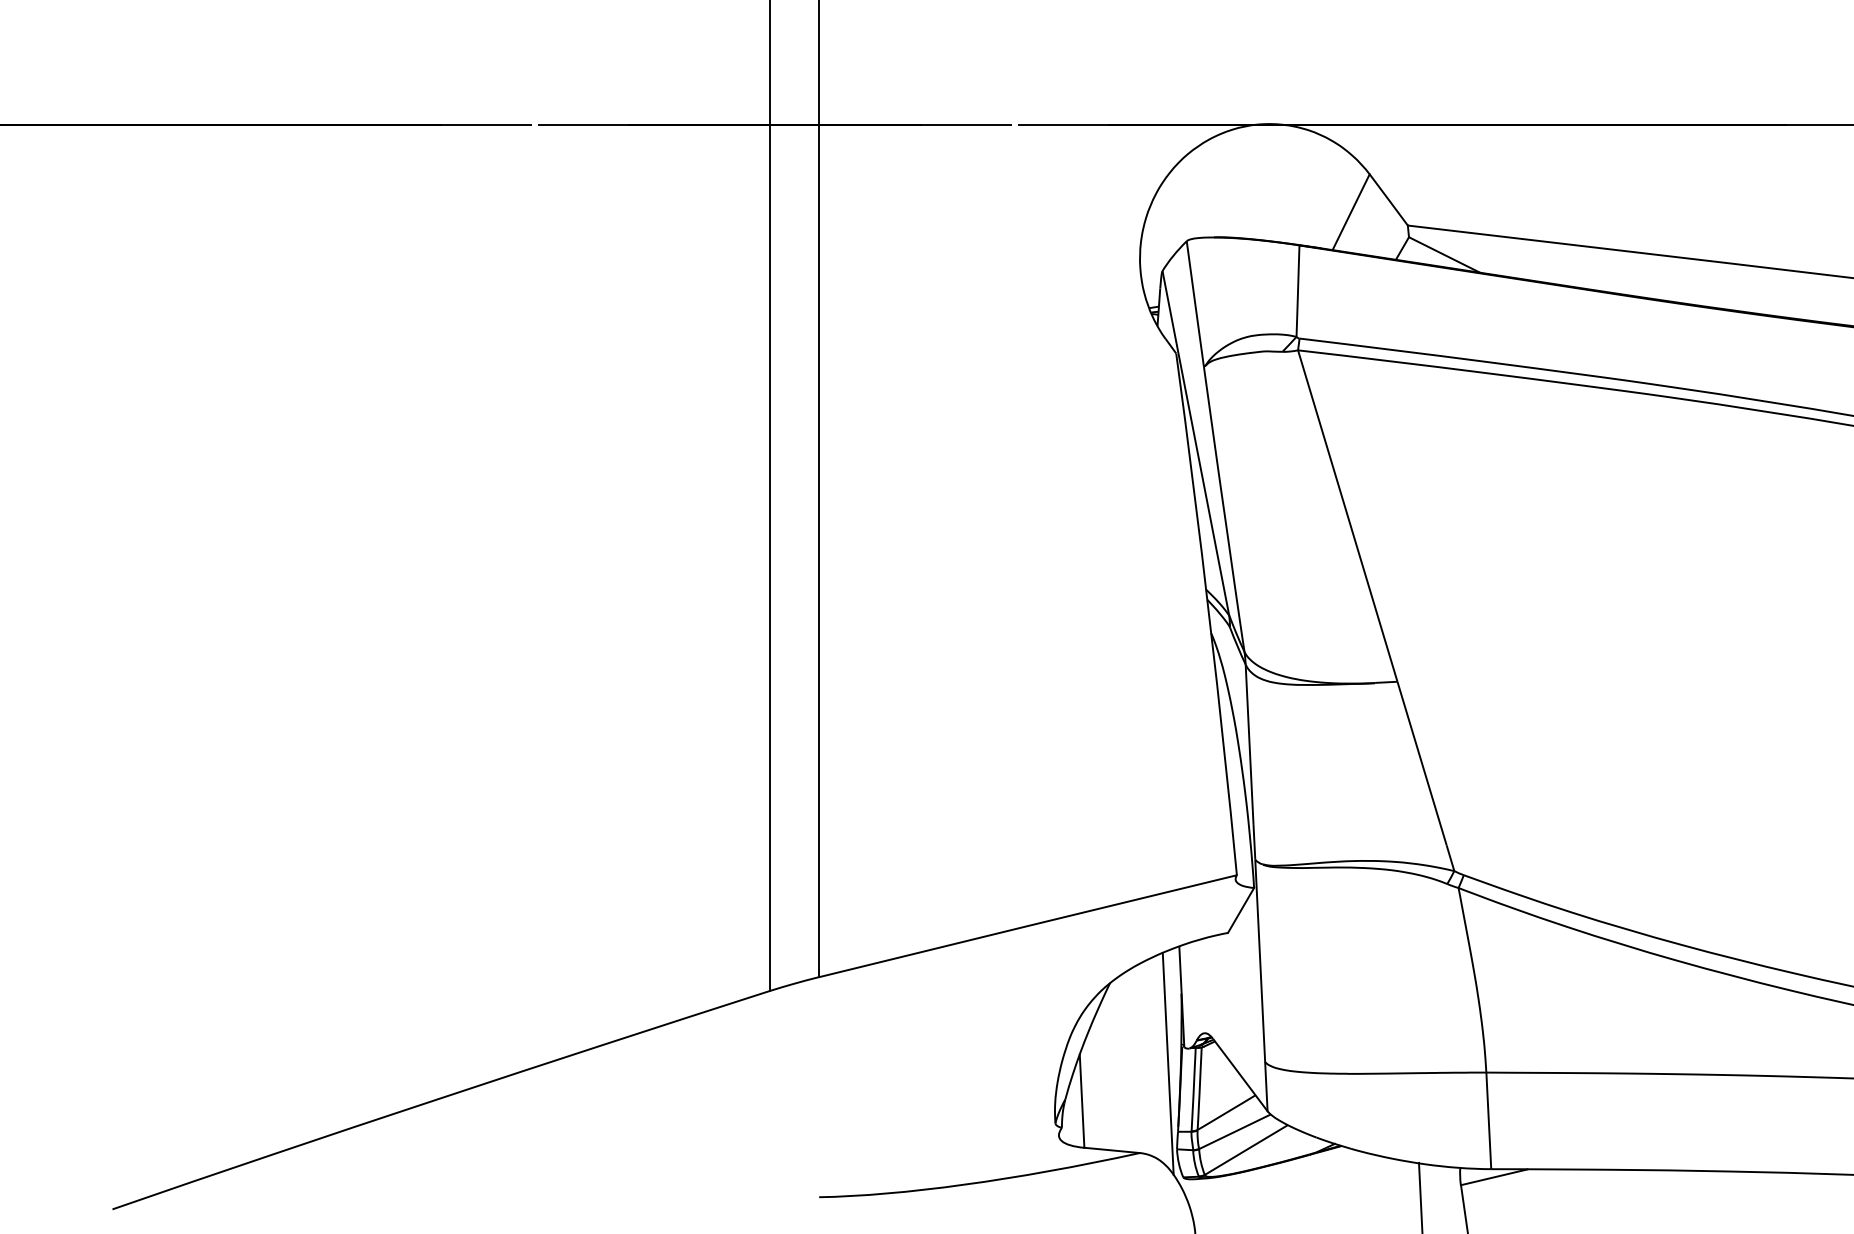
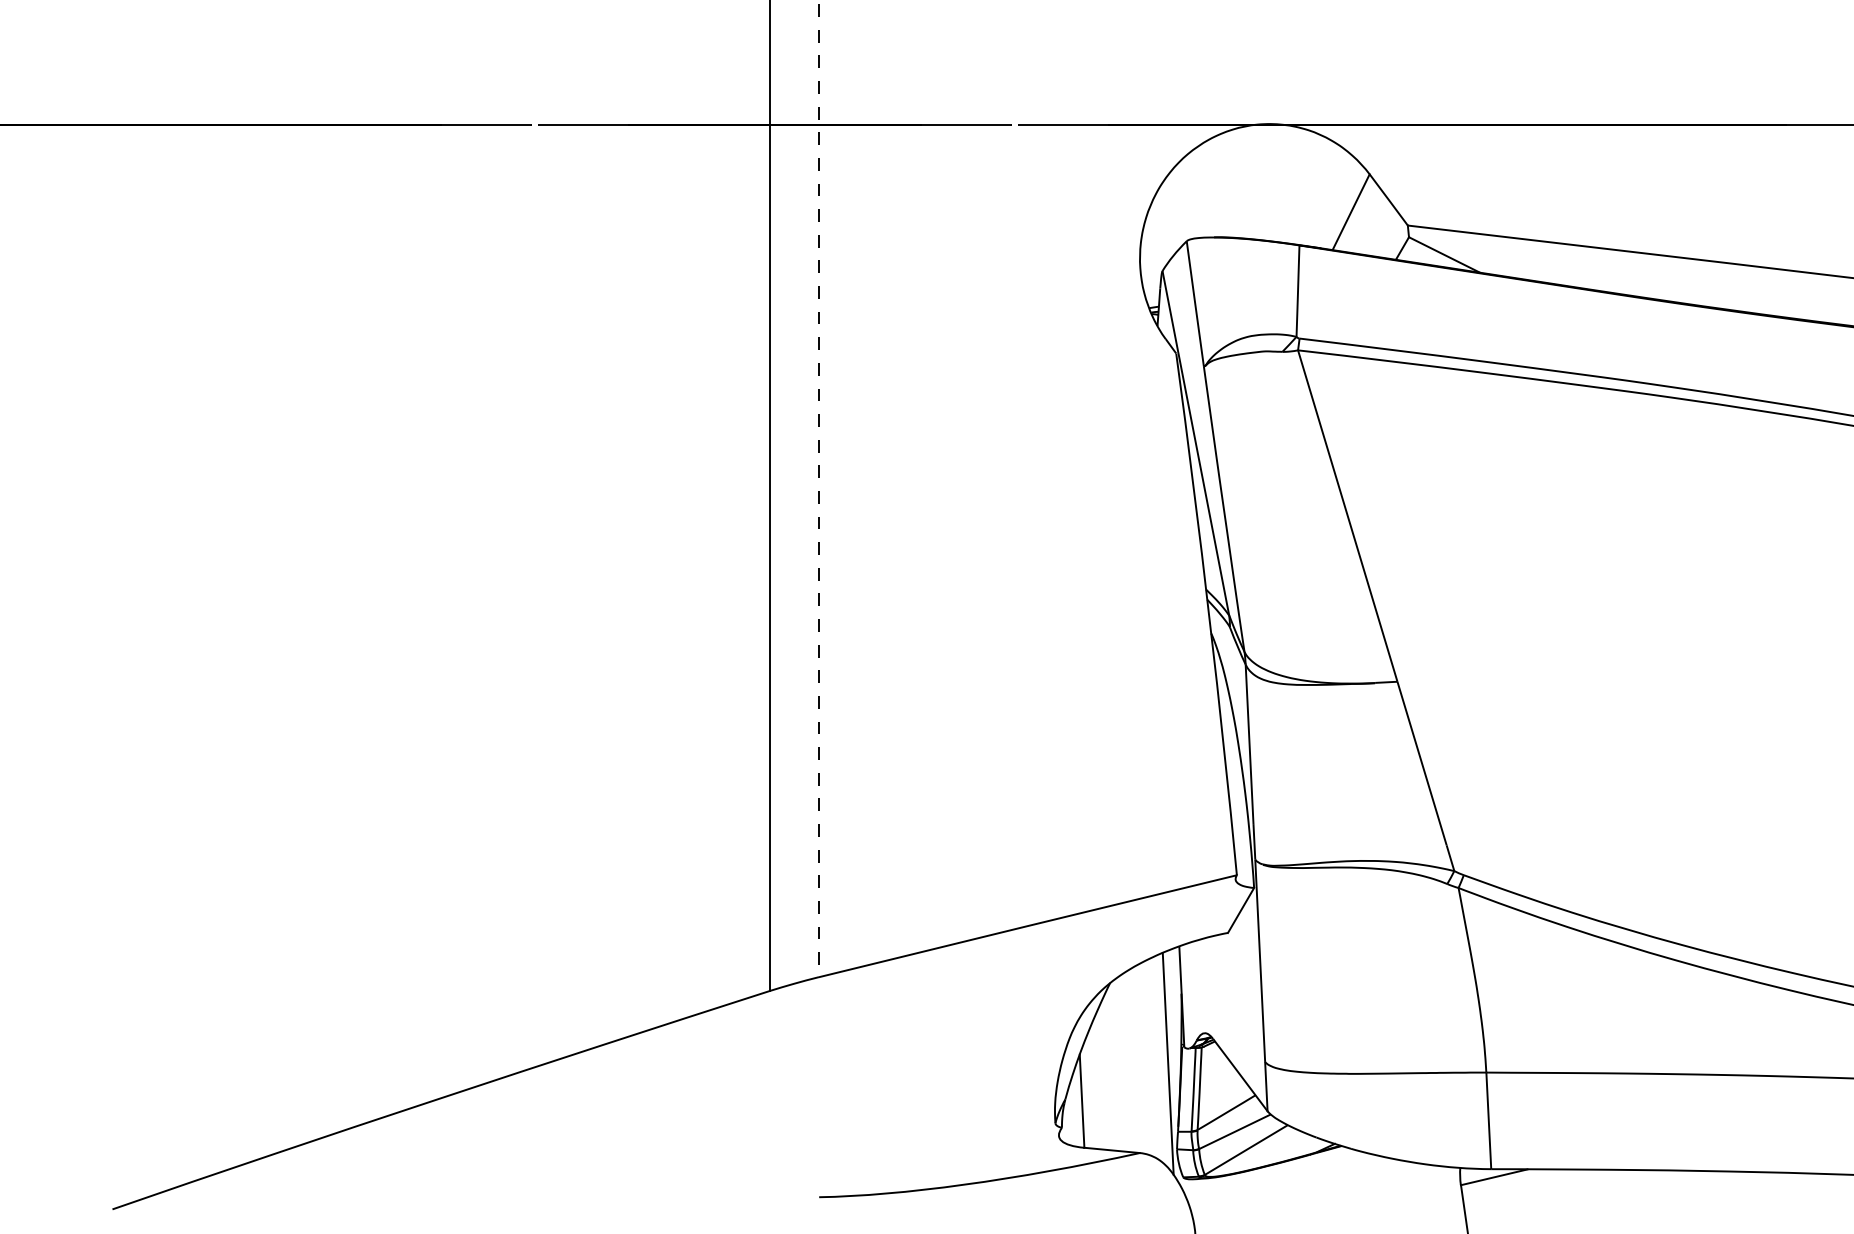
line at (818, 489): solid -> dashed
line at (1420, 1196): present -> none
